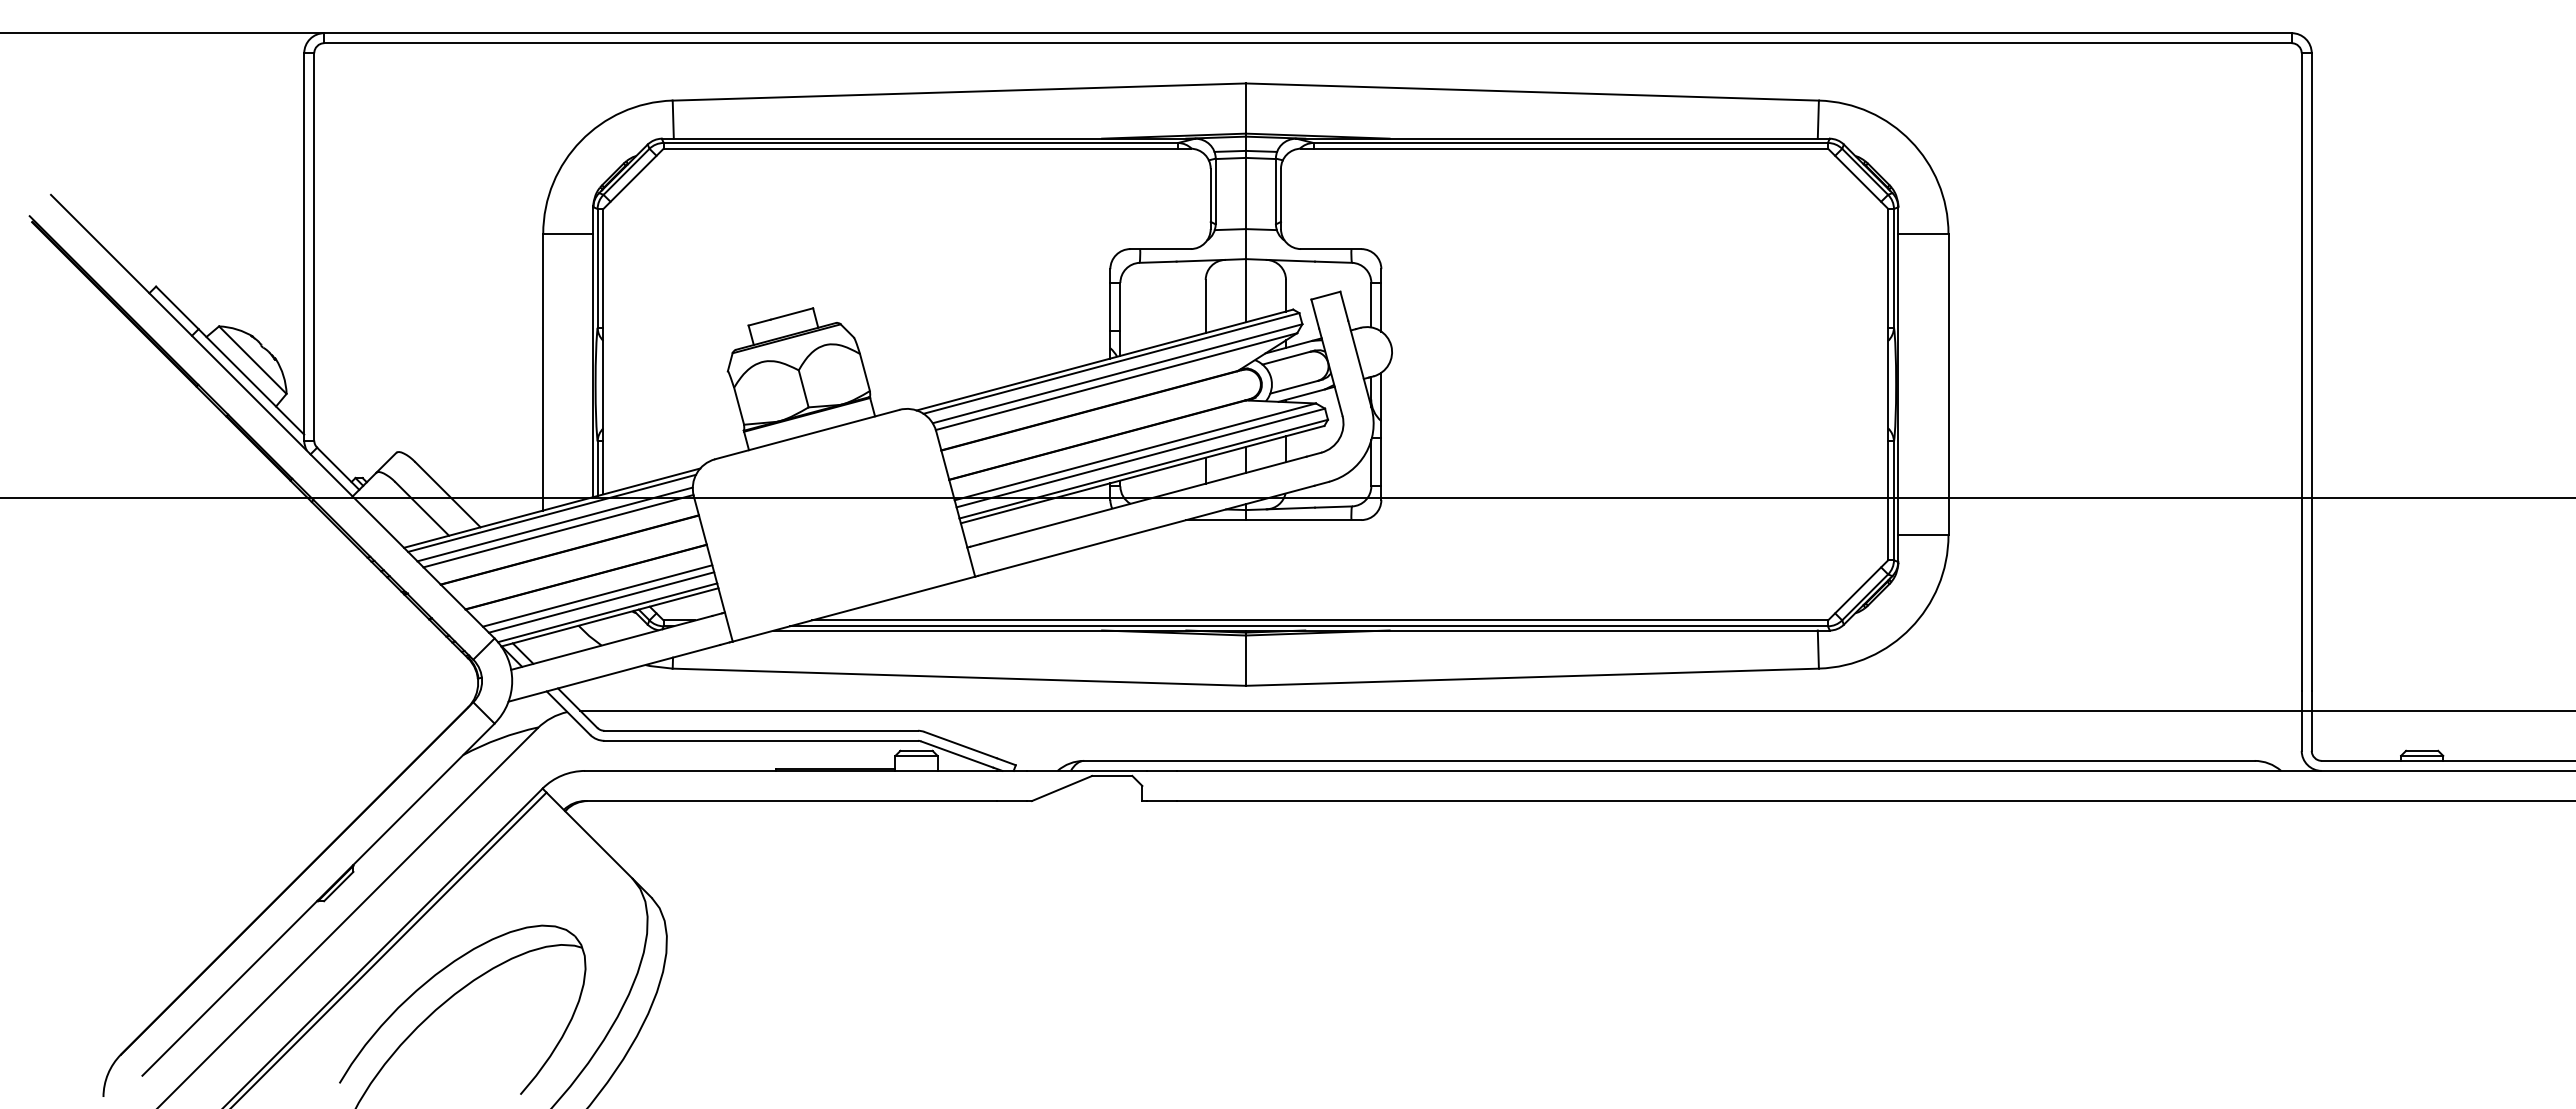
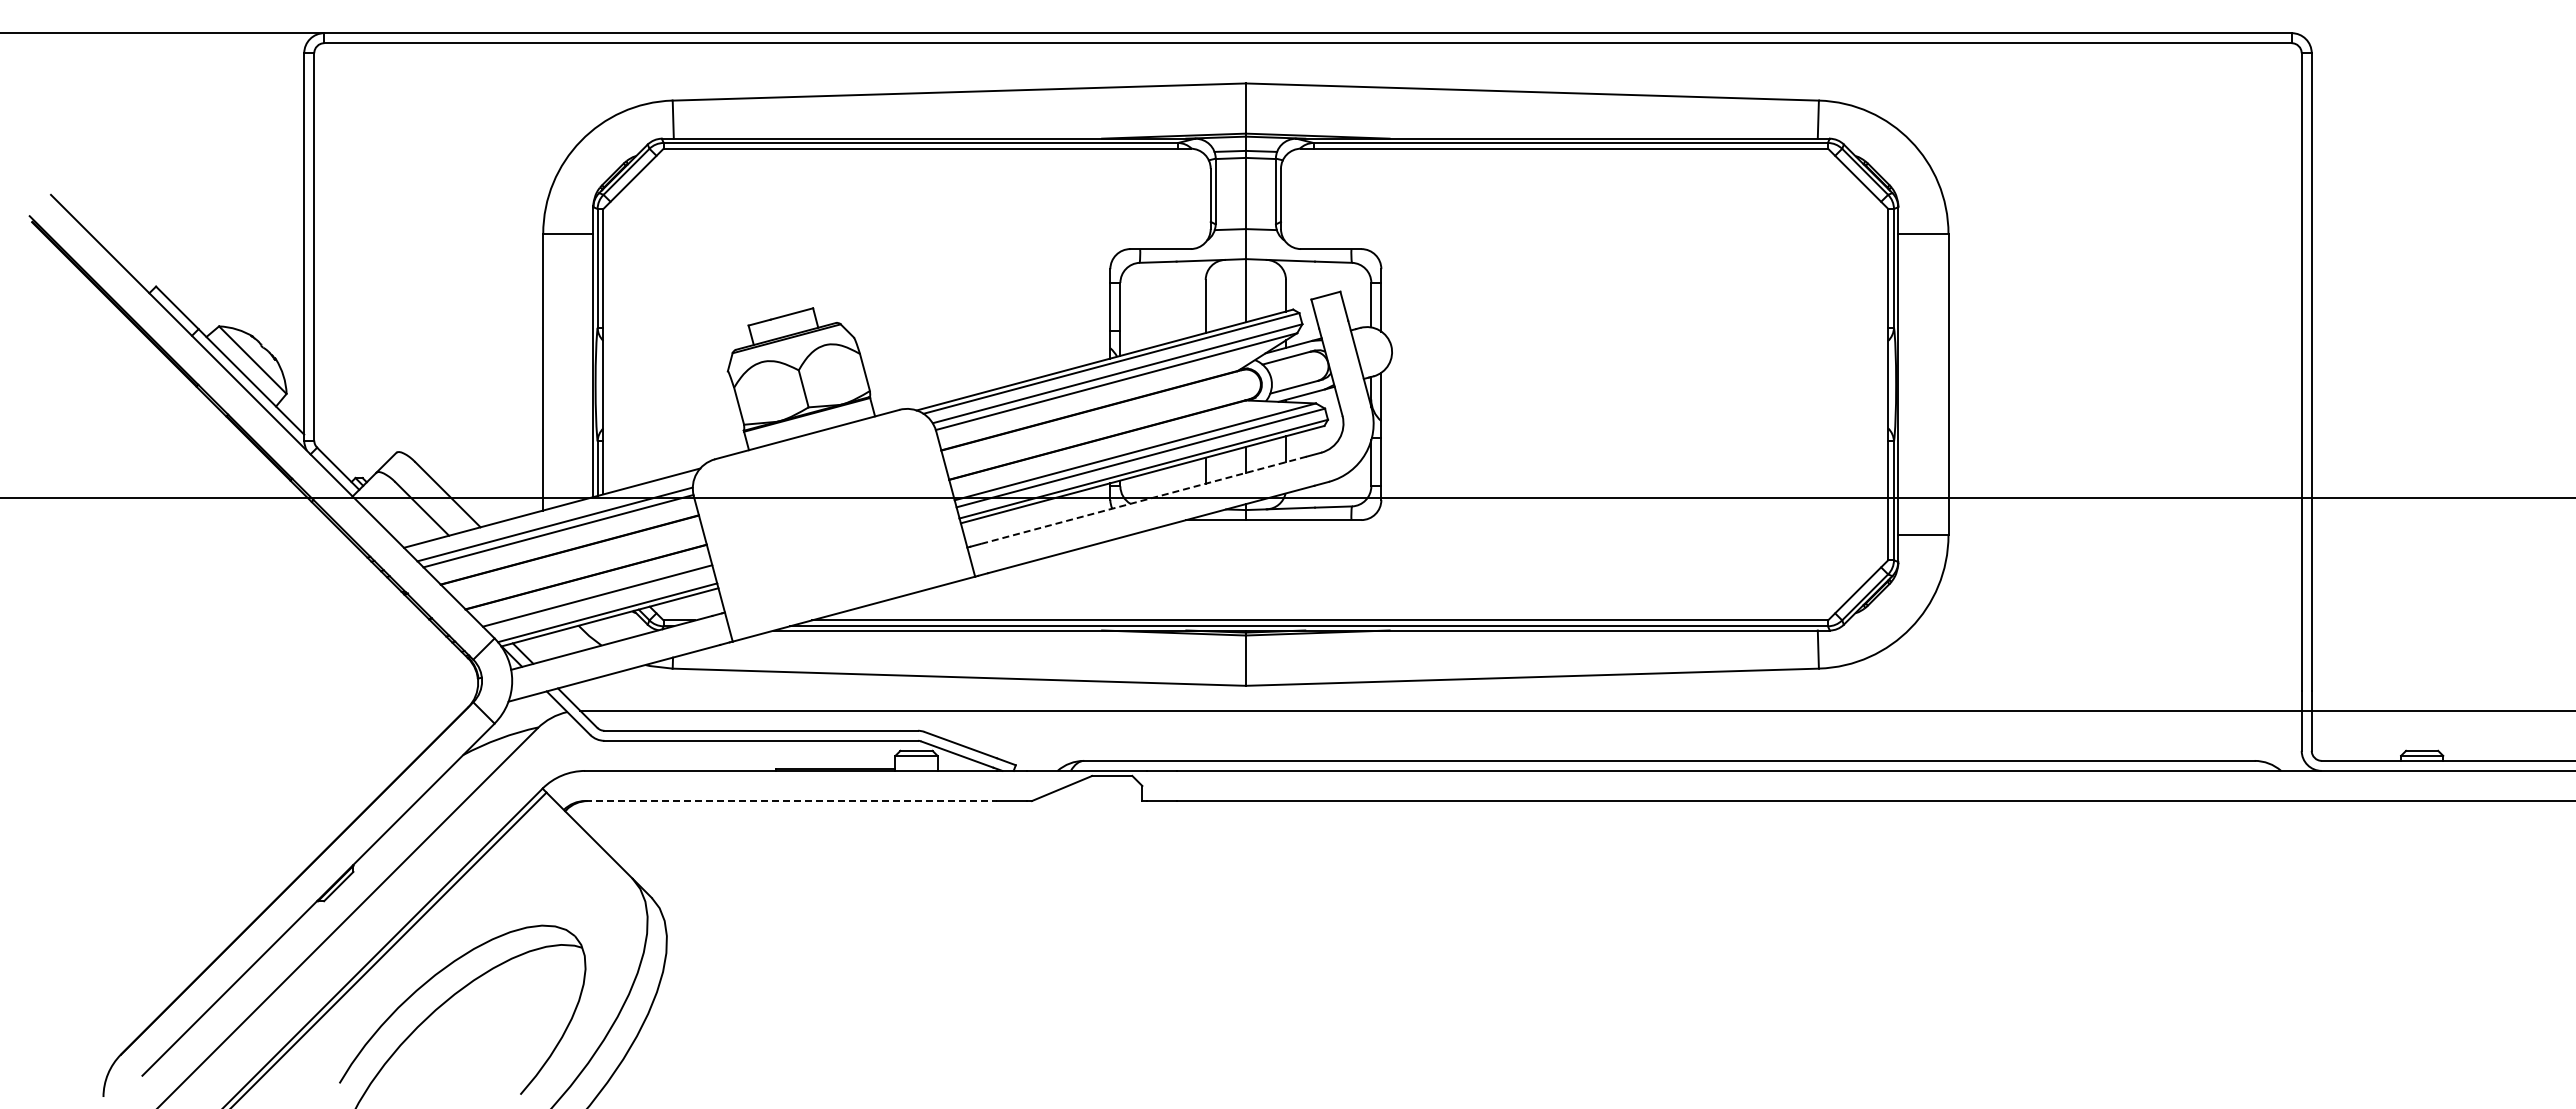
line at (1143, 500): solid -> dashed
line at (552, 512): present -> none
line at (601, 602): present -> none
line at (790, 801): solid -> dashed
